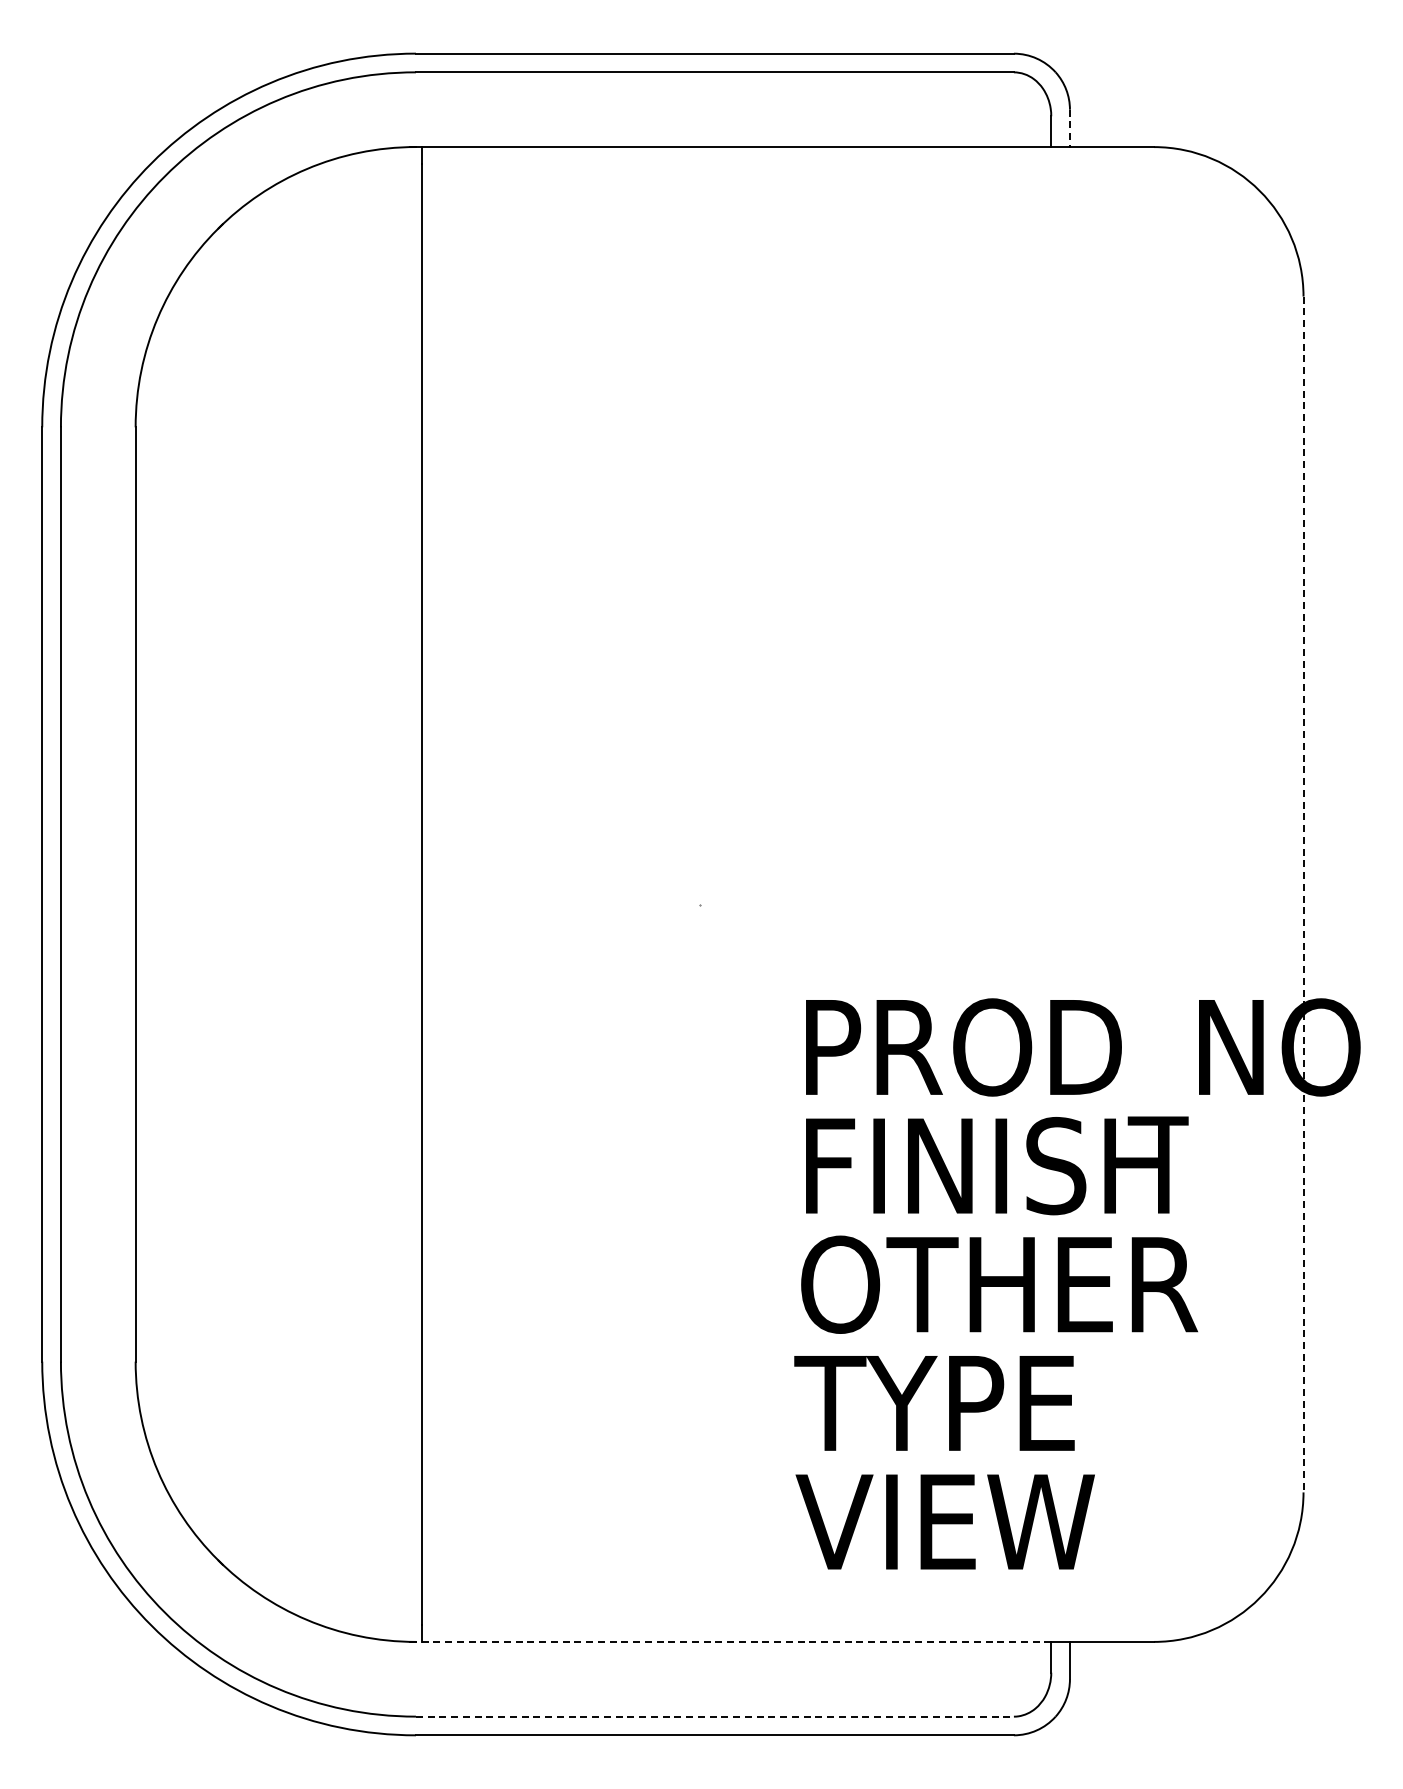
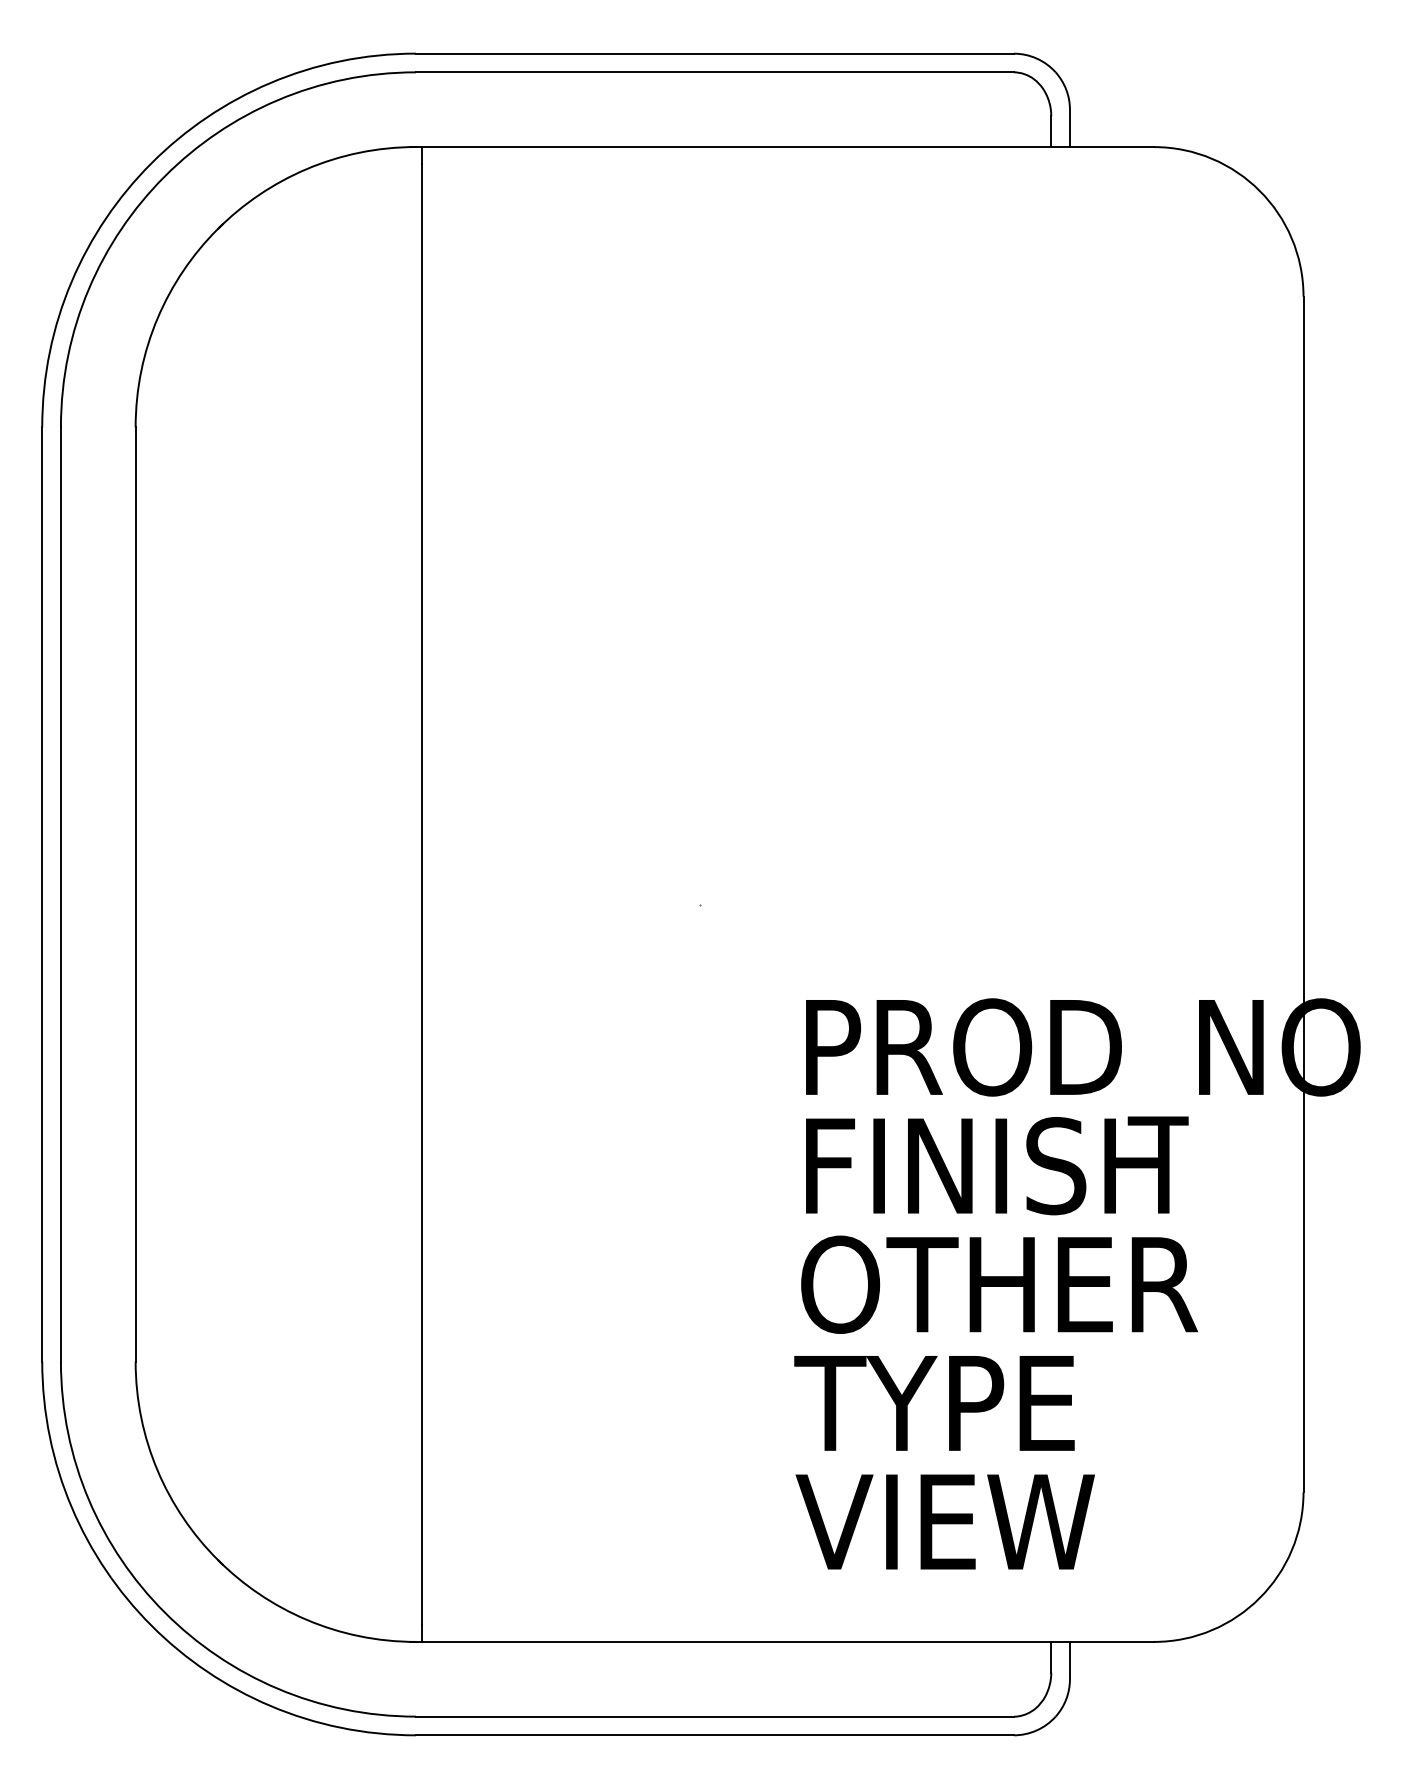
line at (1069, 128): dashed -> solid
line at (1303, 894): dashed -> solid
line at (733, 1641): dashed -> solid
line at (714, 1716): dashed -> solid
